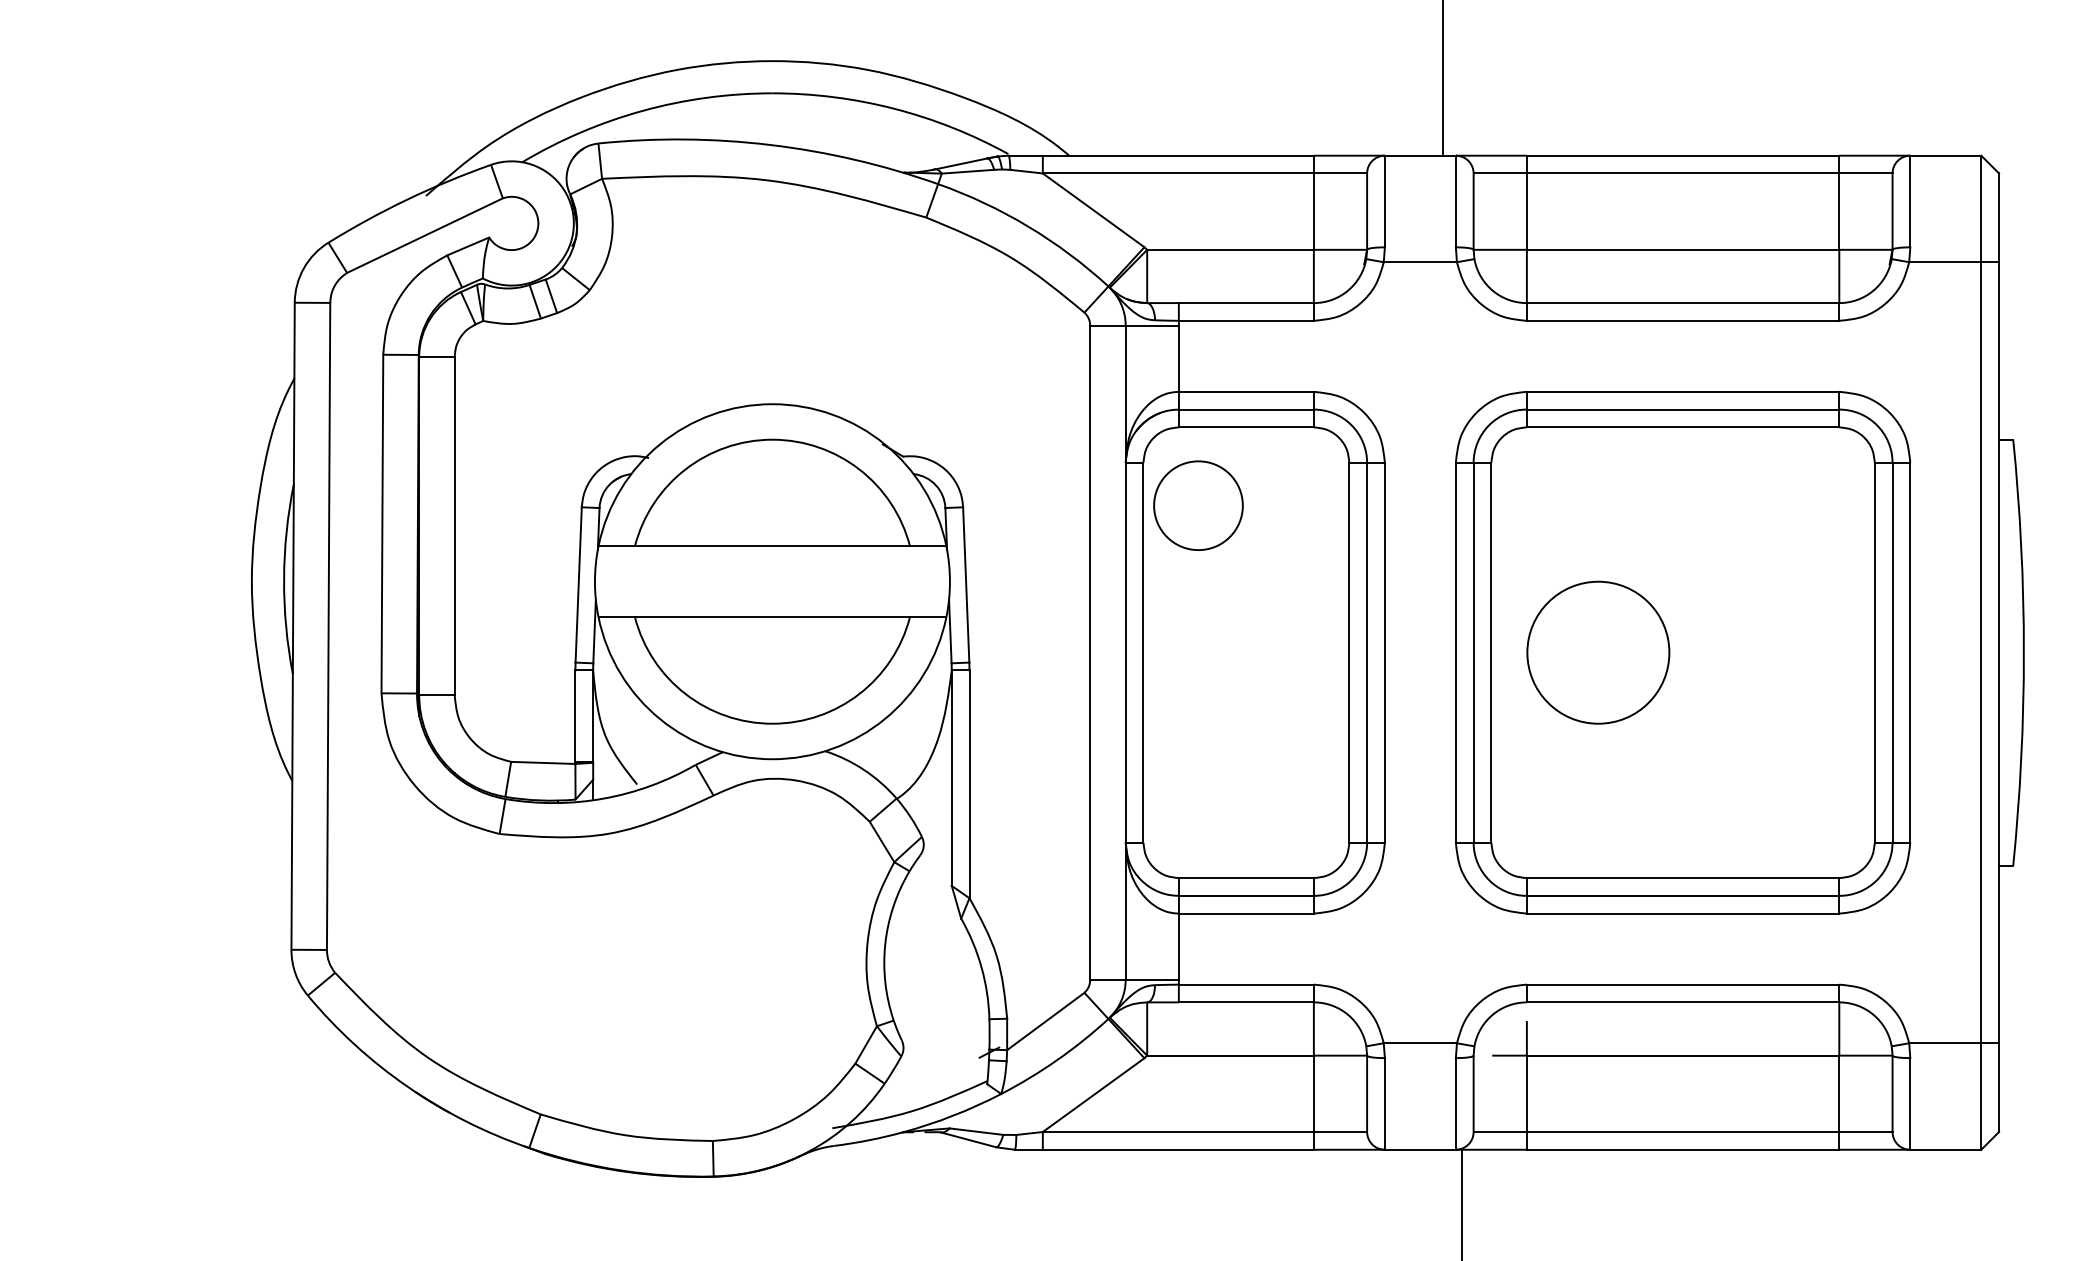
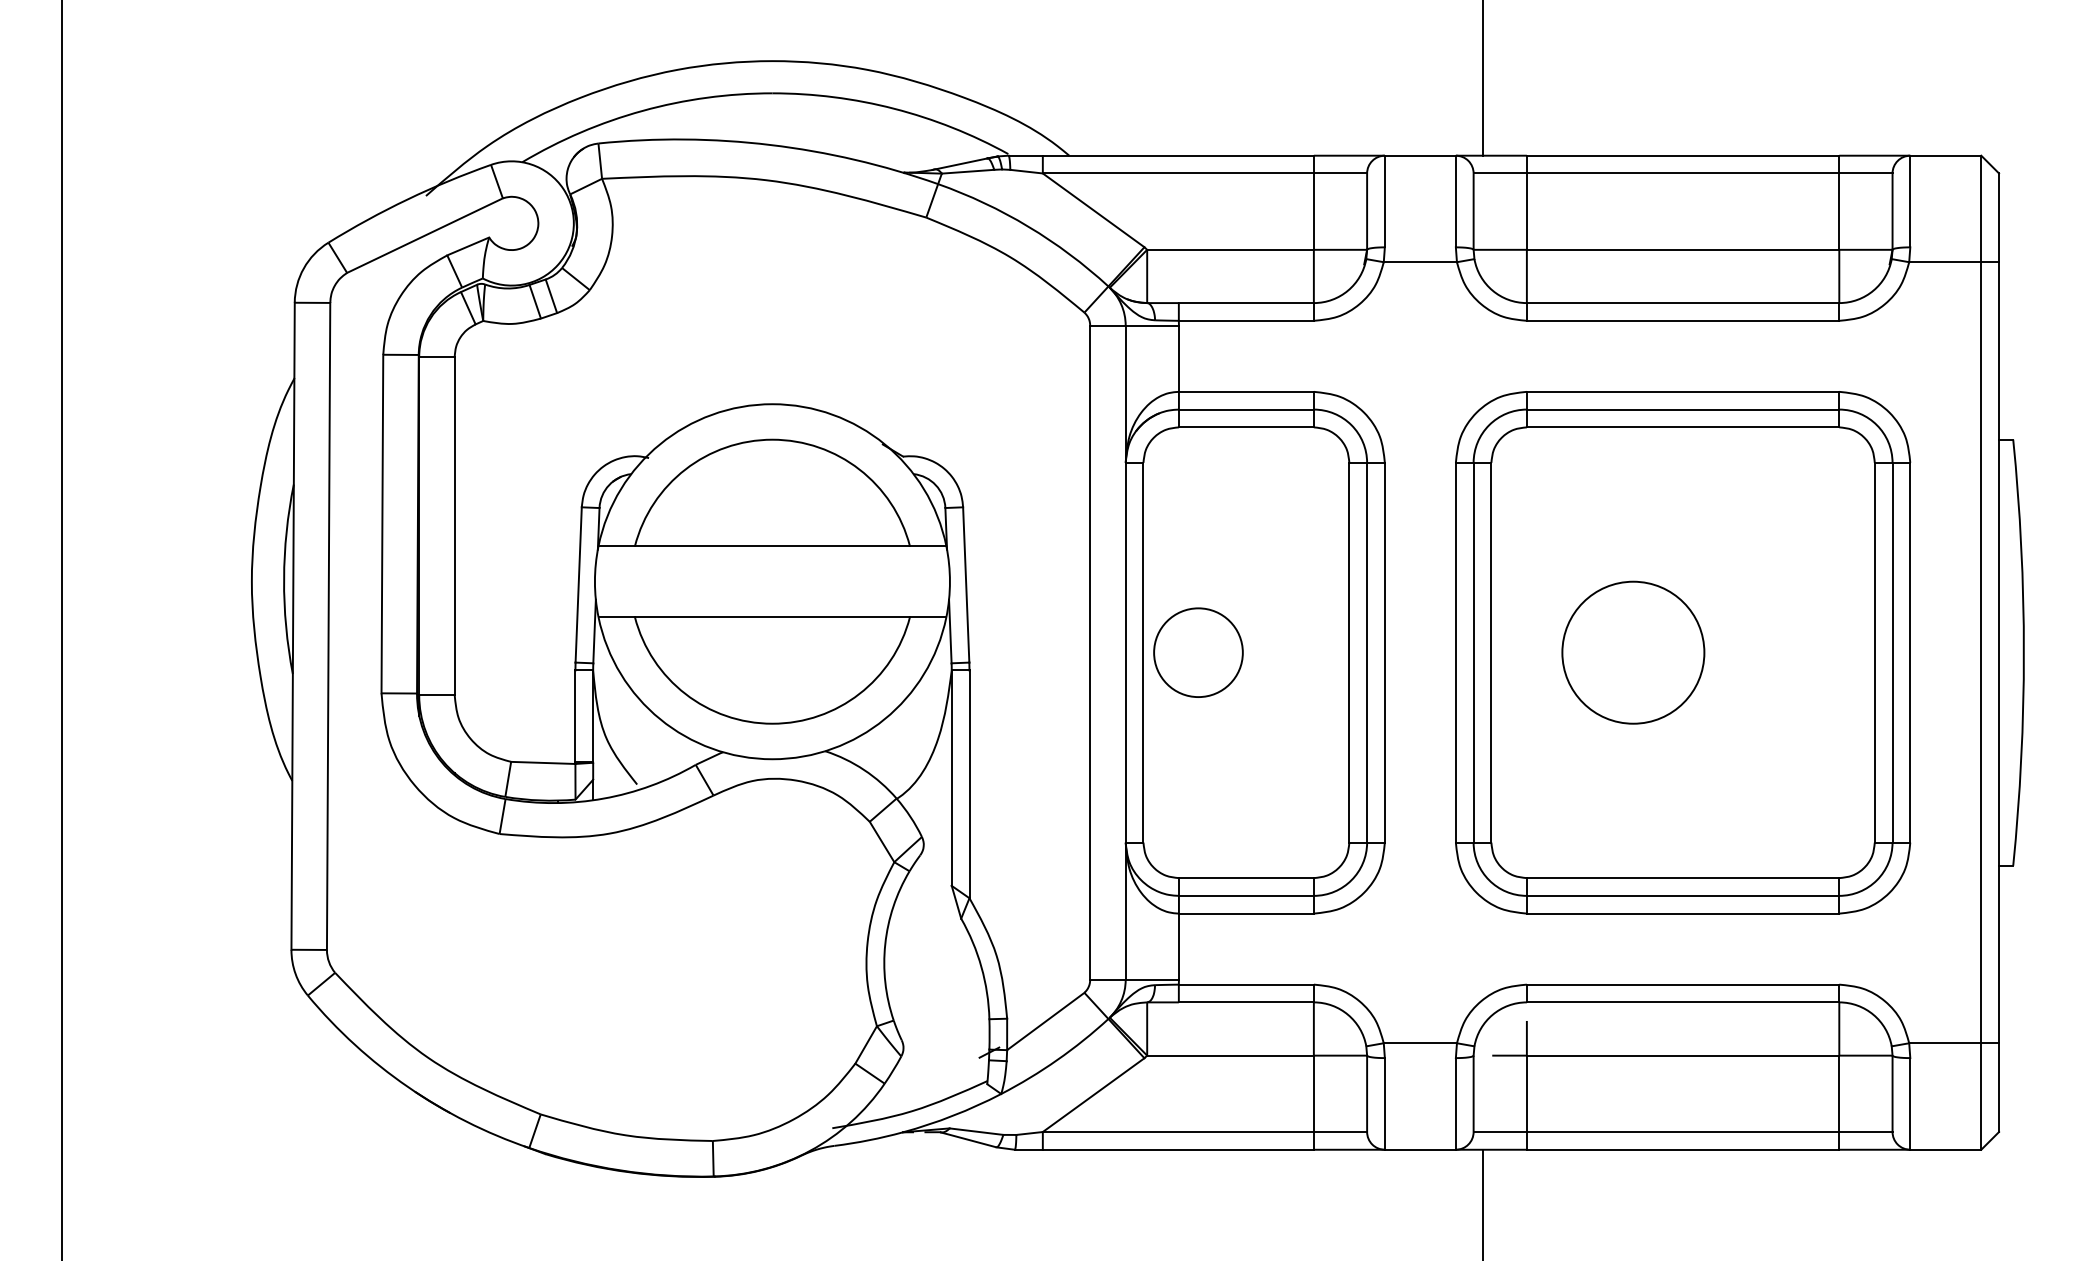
line at (1442, 78) position: (1442, 78) -> (1482, 78)
circle at (1198, 505) position: (1198, 505) -> (1198, 652)
line at (62, 629): none -> present
circle at (1598, 652) position: (1598, 652) -> (1633, 652)
line at (1461, 1203) position: (1461, 1203) -> (1482, 1203)
